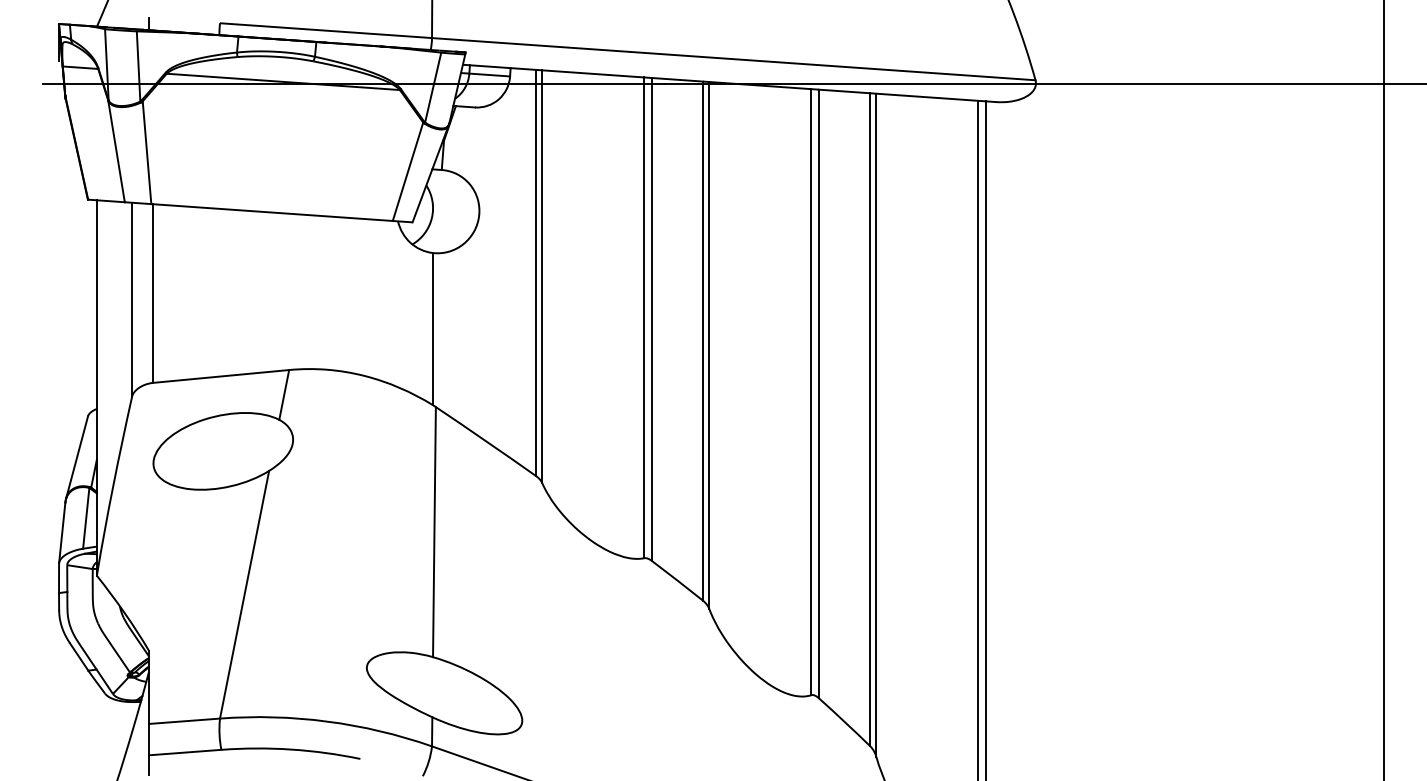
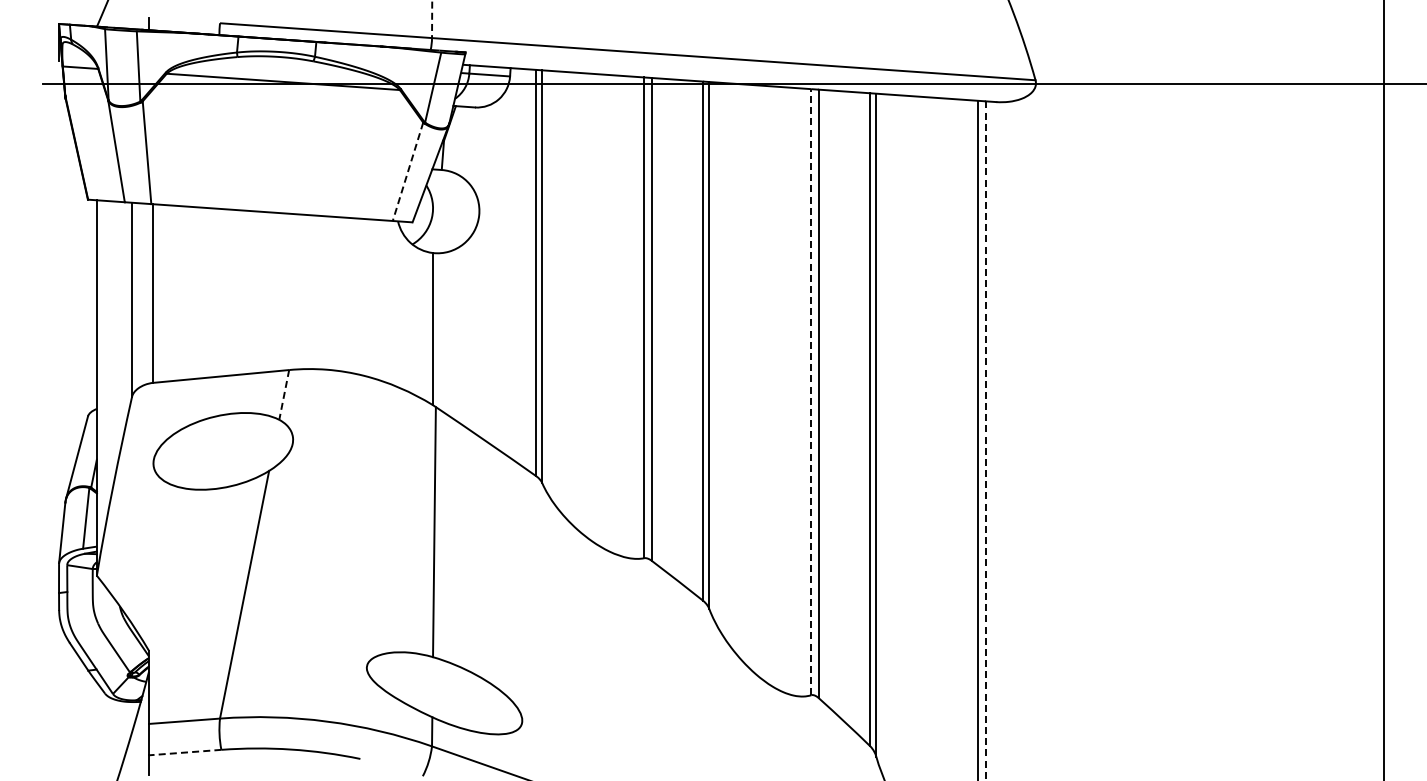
line at (432, 19): solid -> dashed
line at (408, 171): solid -> dashed
line at (811, 391): solid -> dashed
line at (284, 395): solid -> dashed
line at (985, 441): solid -> dashed
line at (184, 752): solid -> dashed
